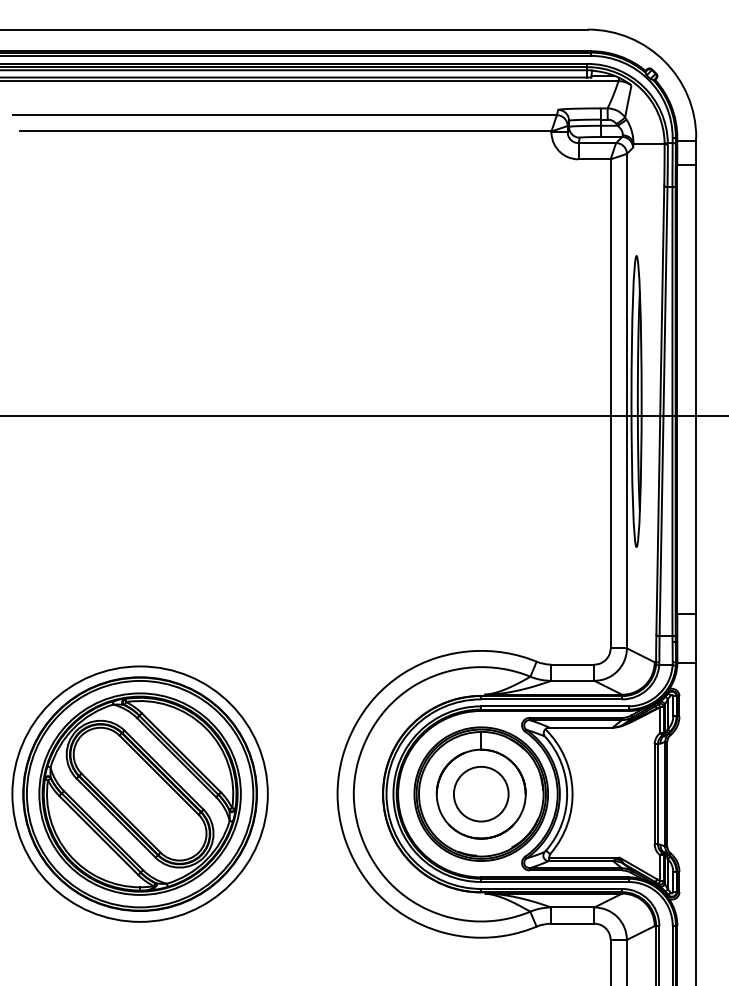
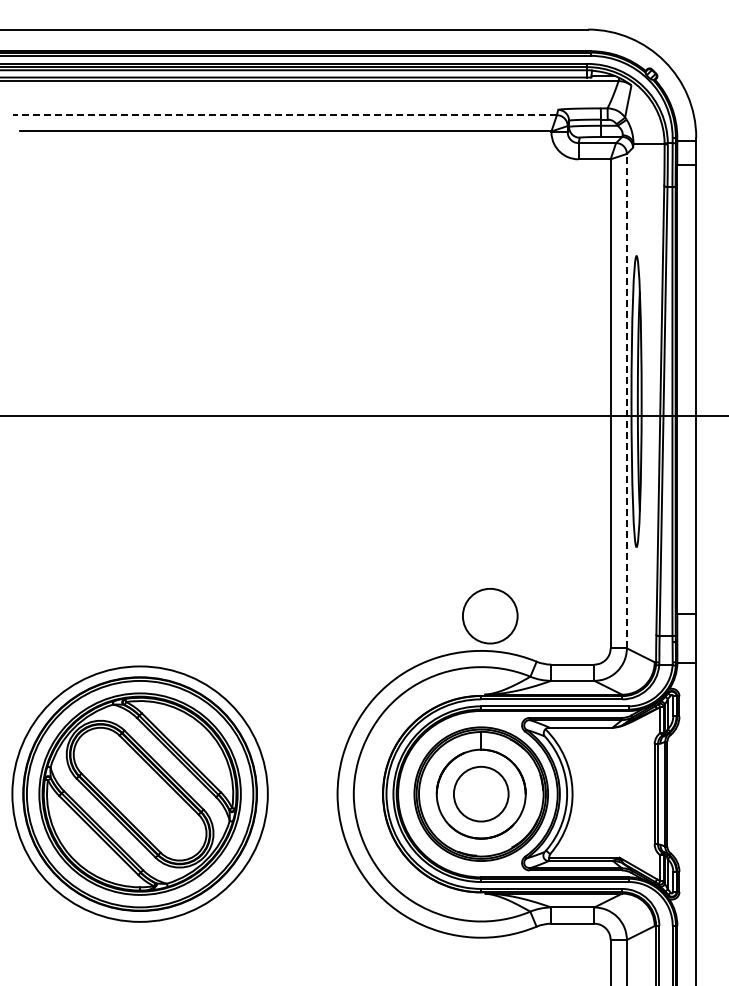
line at (284, 115): solid -> dashed
line at (626, 400): solid -> dashed
circle at (490, 616): none -> present
